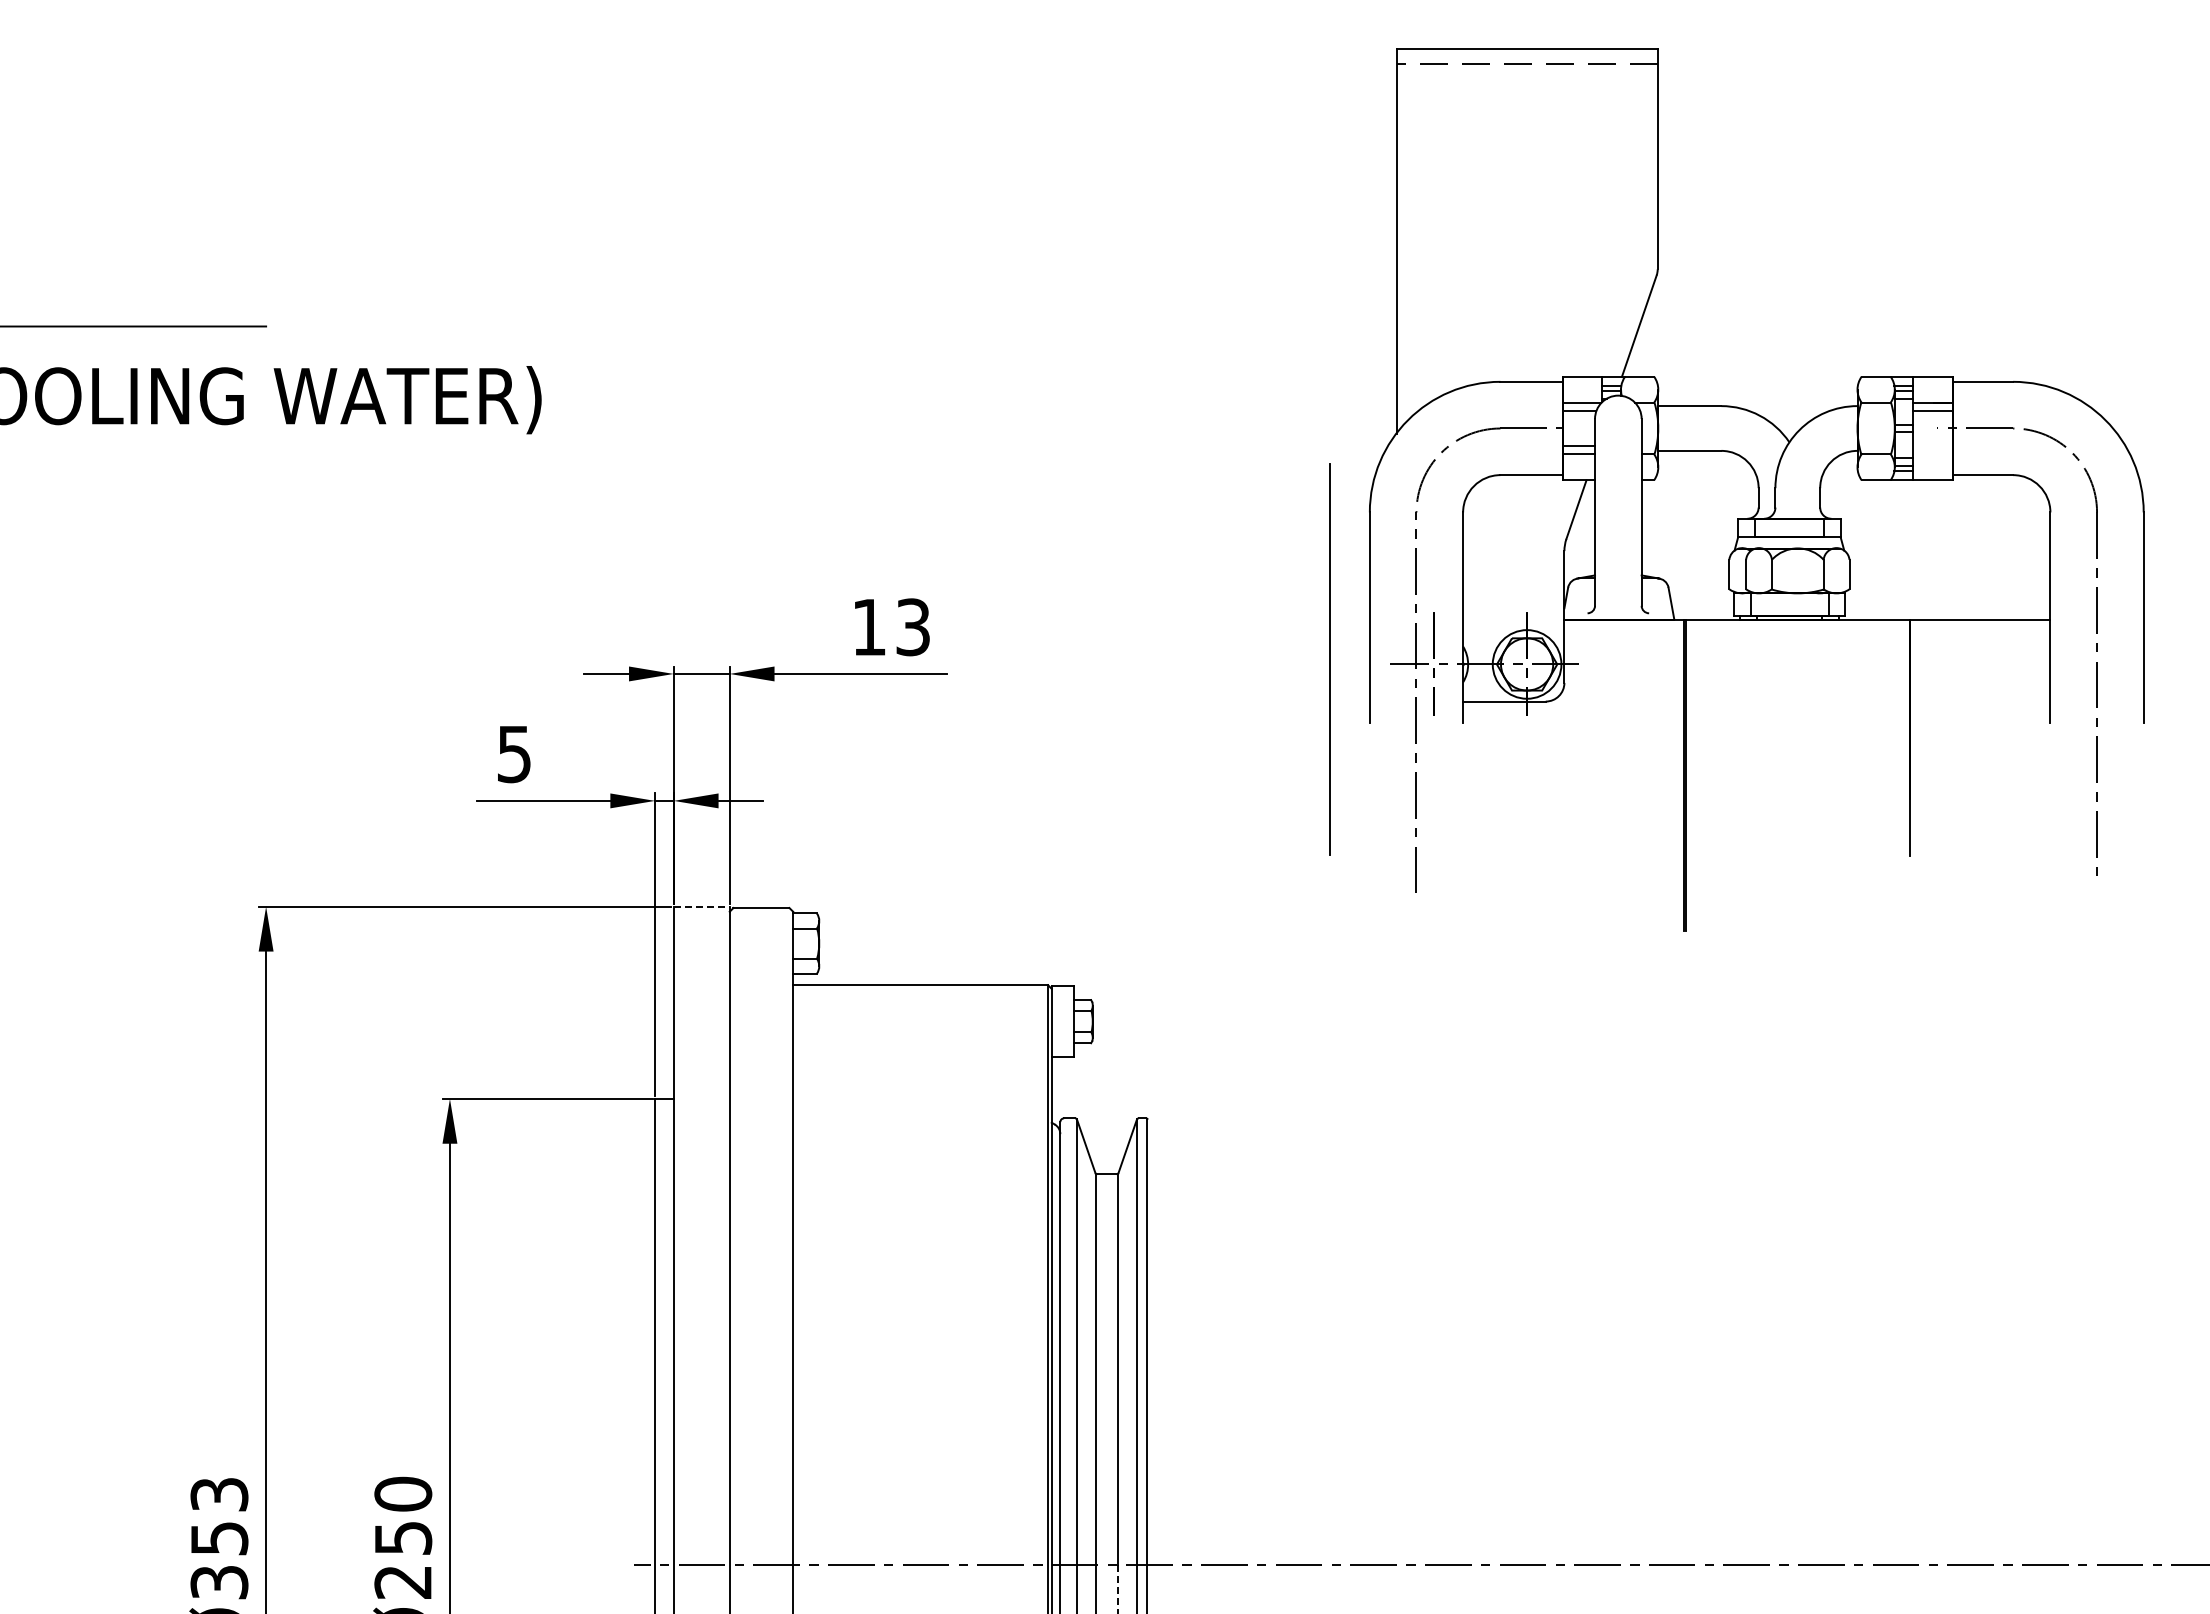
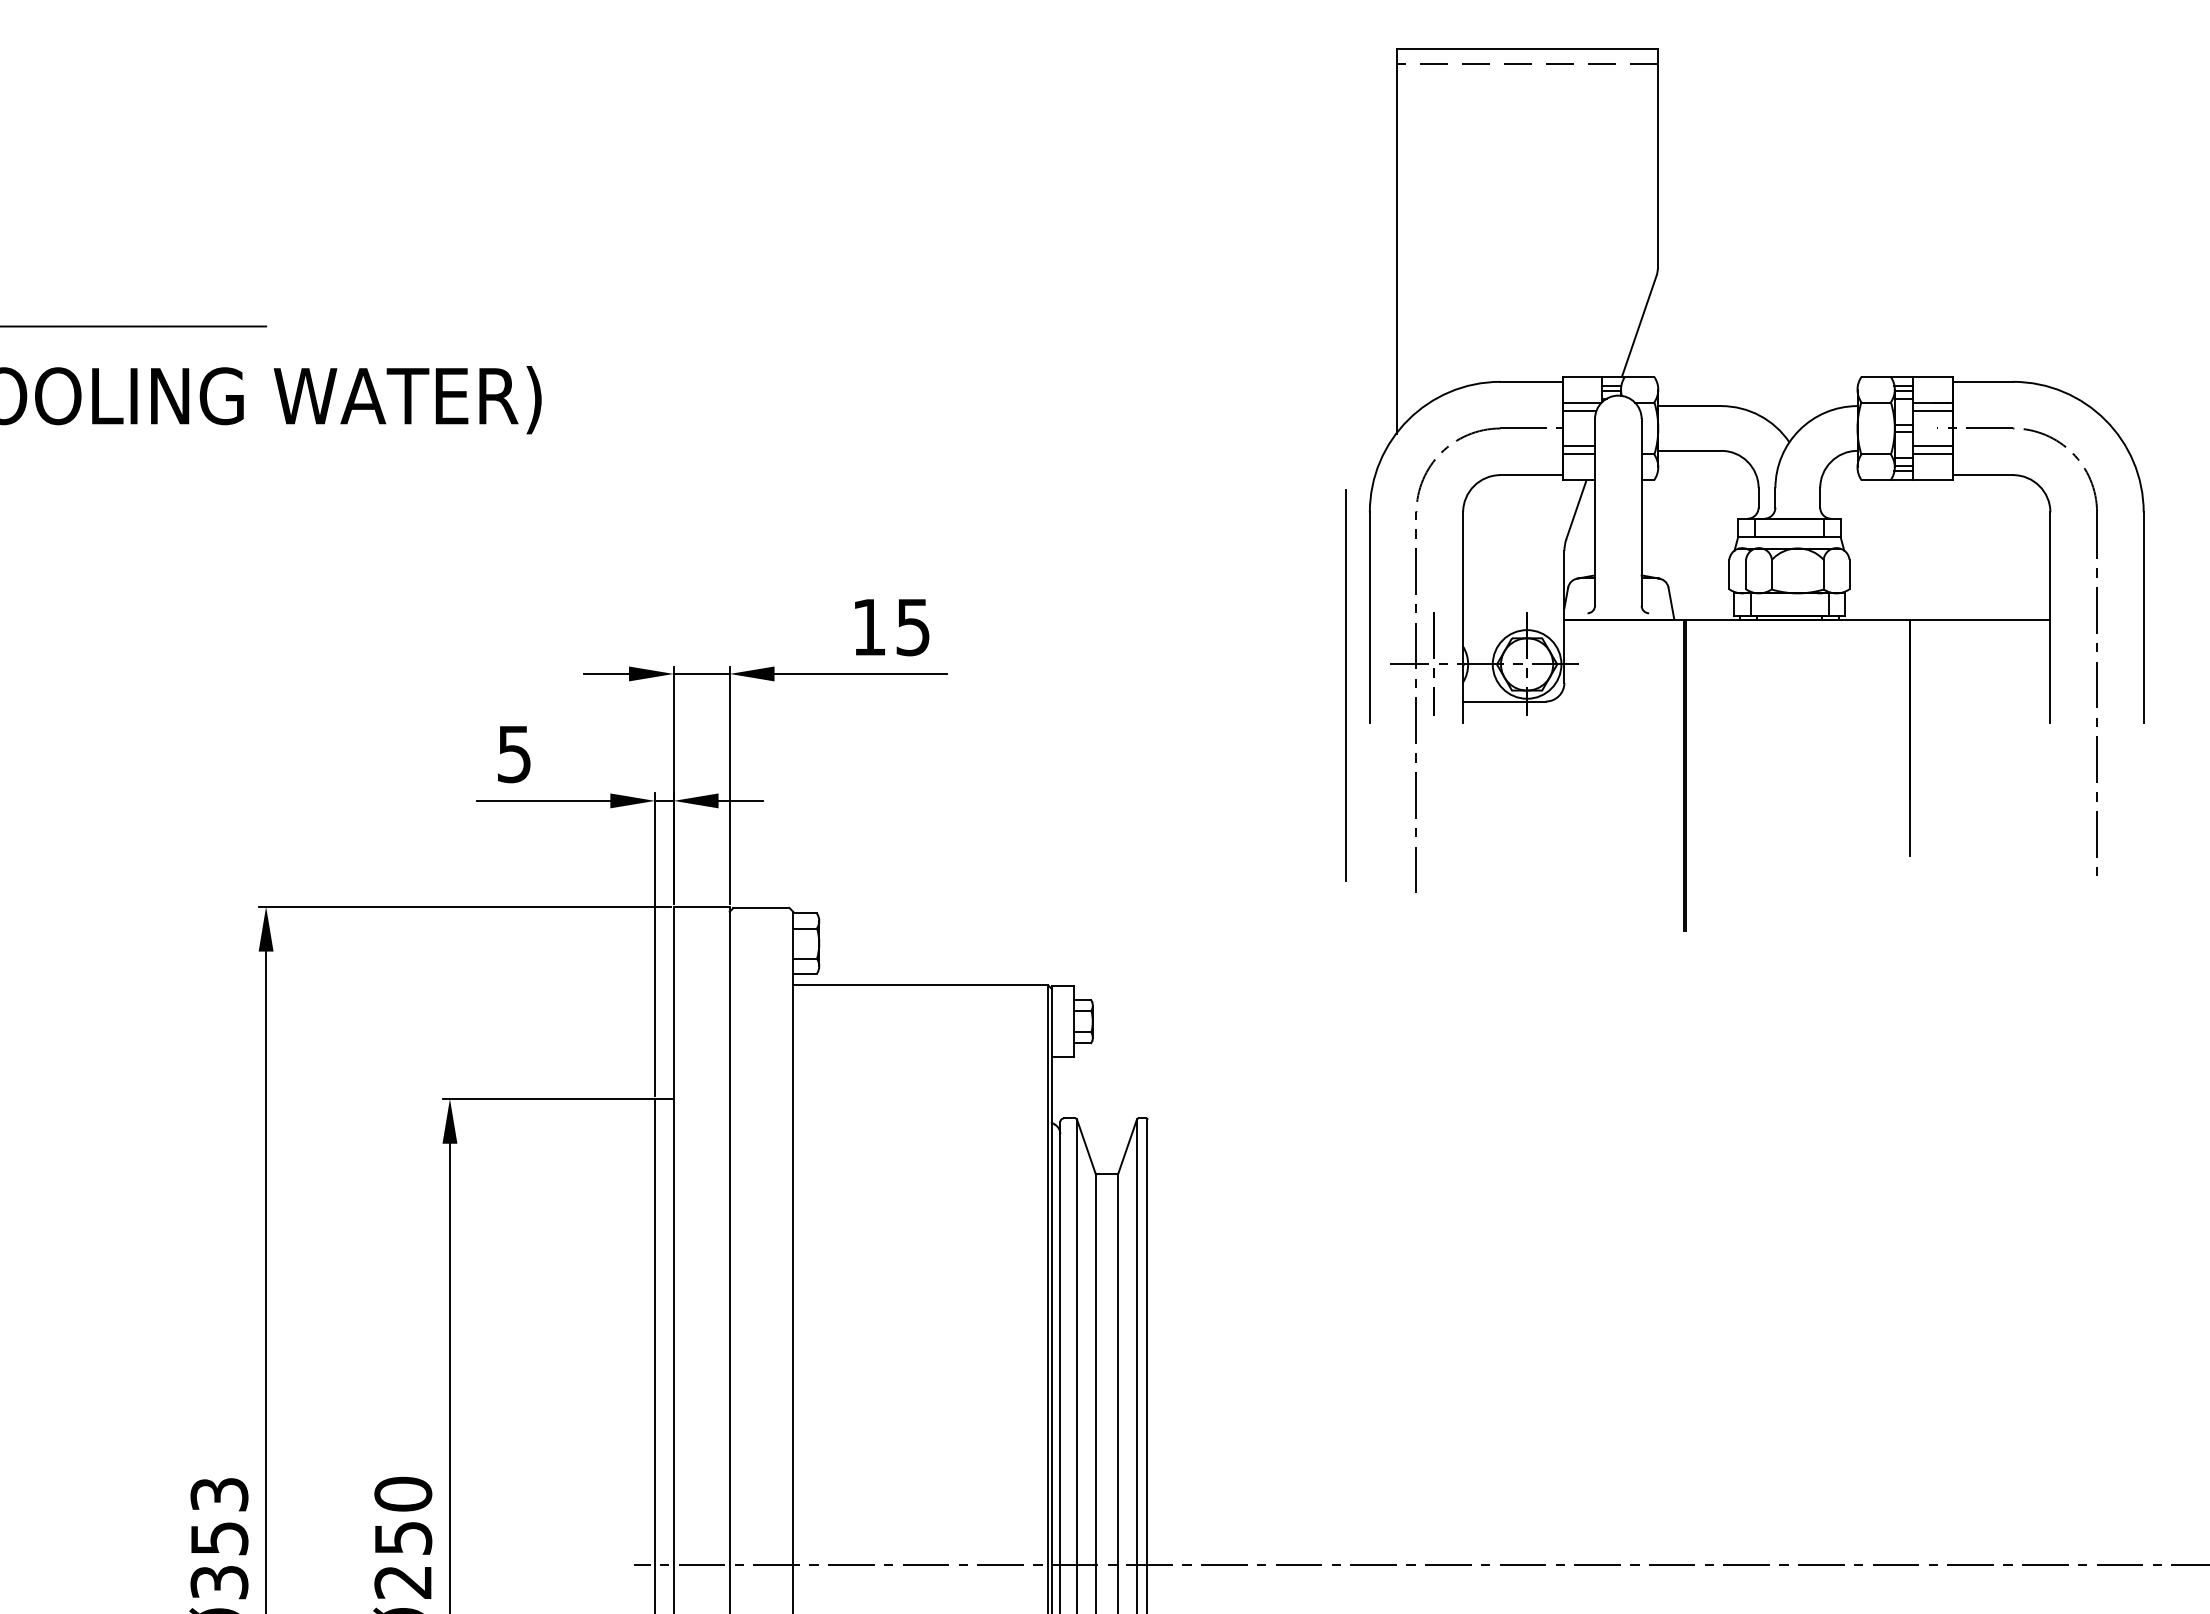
line at (1932, 446): none -> present
line at (1932, 453): none -> present
text at (913, 626): 13 -> 15
line at (1329, 659) position: (1329, 659) -> (1345, 685)
line at (701, 906): dashed -> solid
line at (1118, 1589): dashed -> solid
